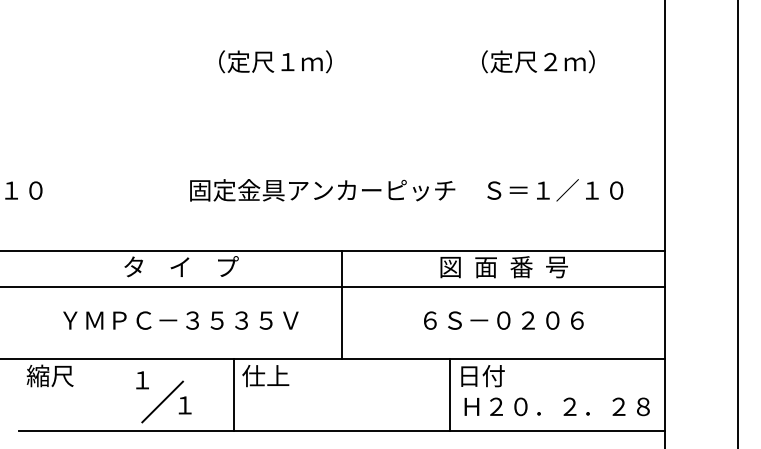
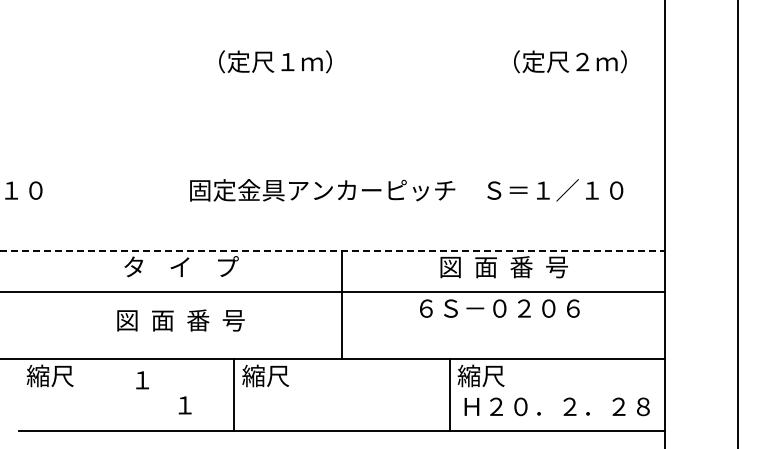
text at (538, 61) position: (538, 61) -> (570, 61)
line at (332, 251): solid -> dashed
line at (333, 287) position: (333, 287) -> (333, 292)
text at (180, 320): ＹＭＰＣ－３５３５Ｖ -> 図  面  番  号
text at (503, 320) position: (503, 320) -> (499, 308)
text at (265, 375): 仕上 -> 縮尺
text at (480, 375): 日付 -> 縮尺
line at (162, 401): present -> none
